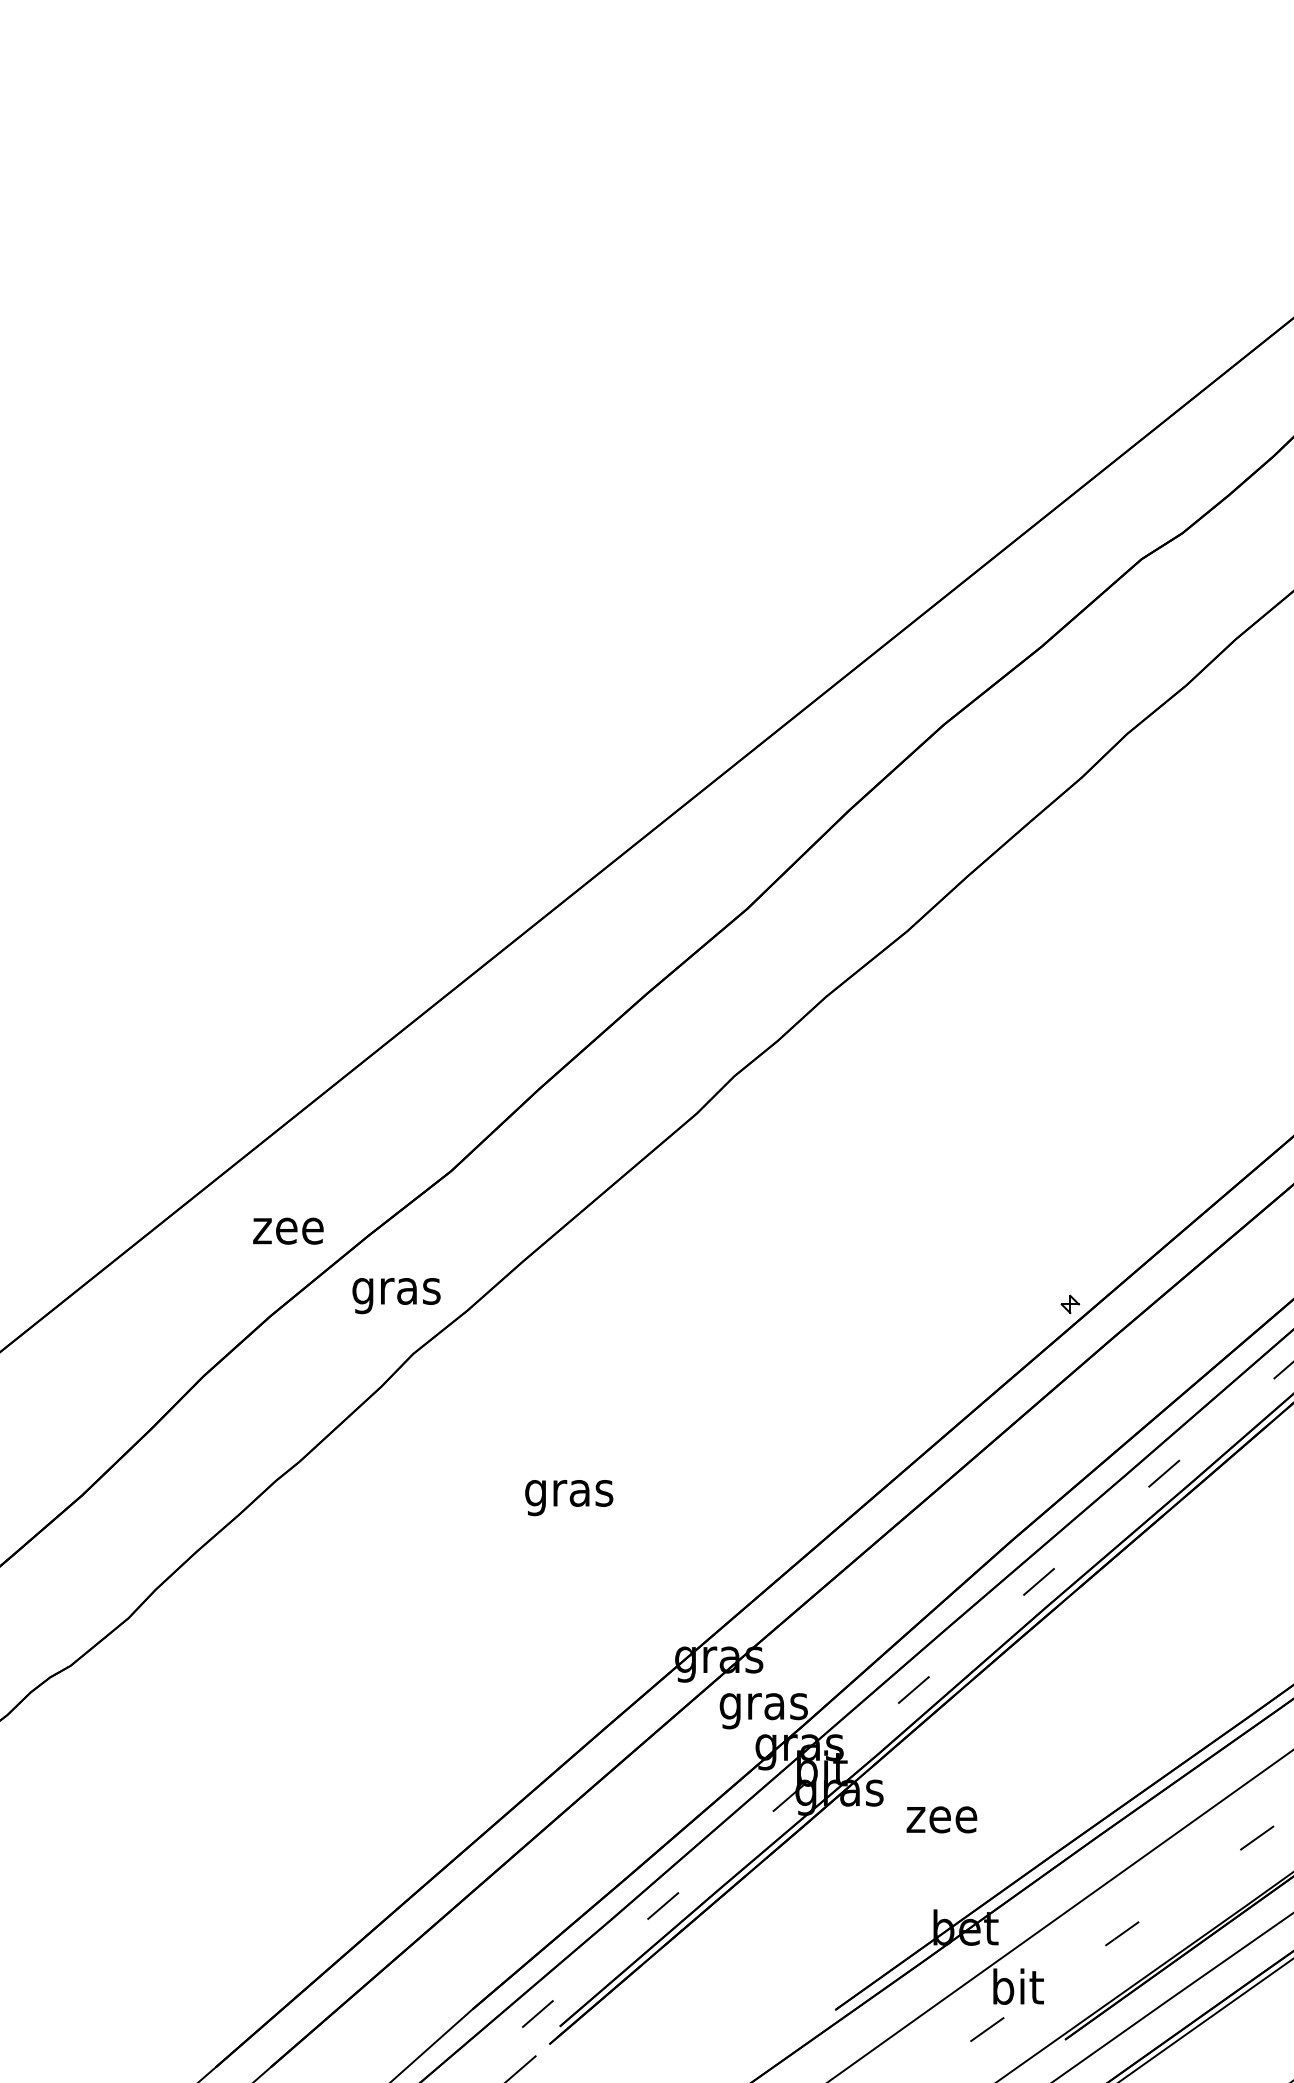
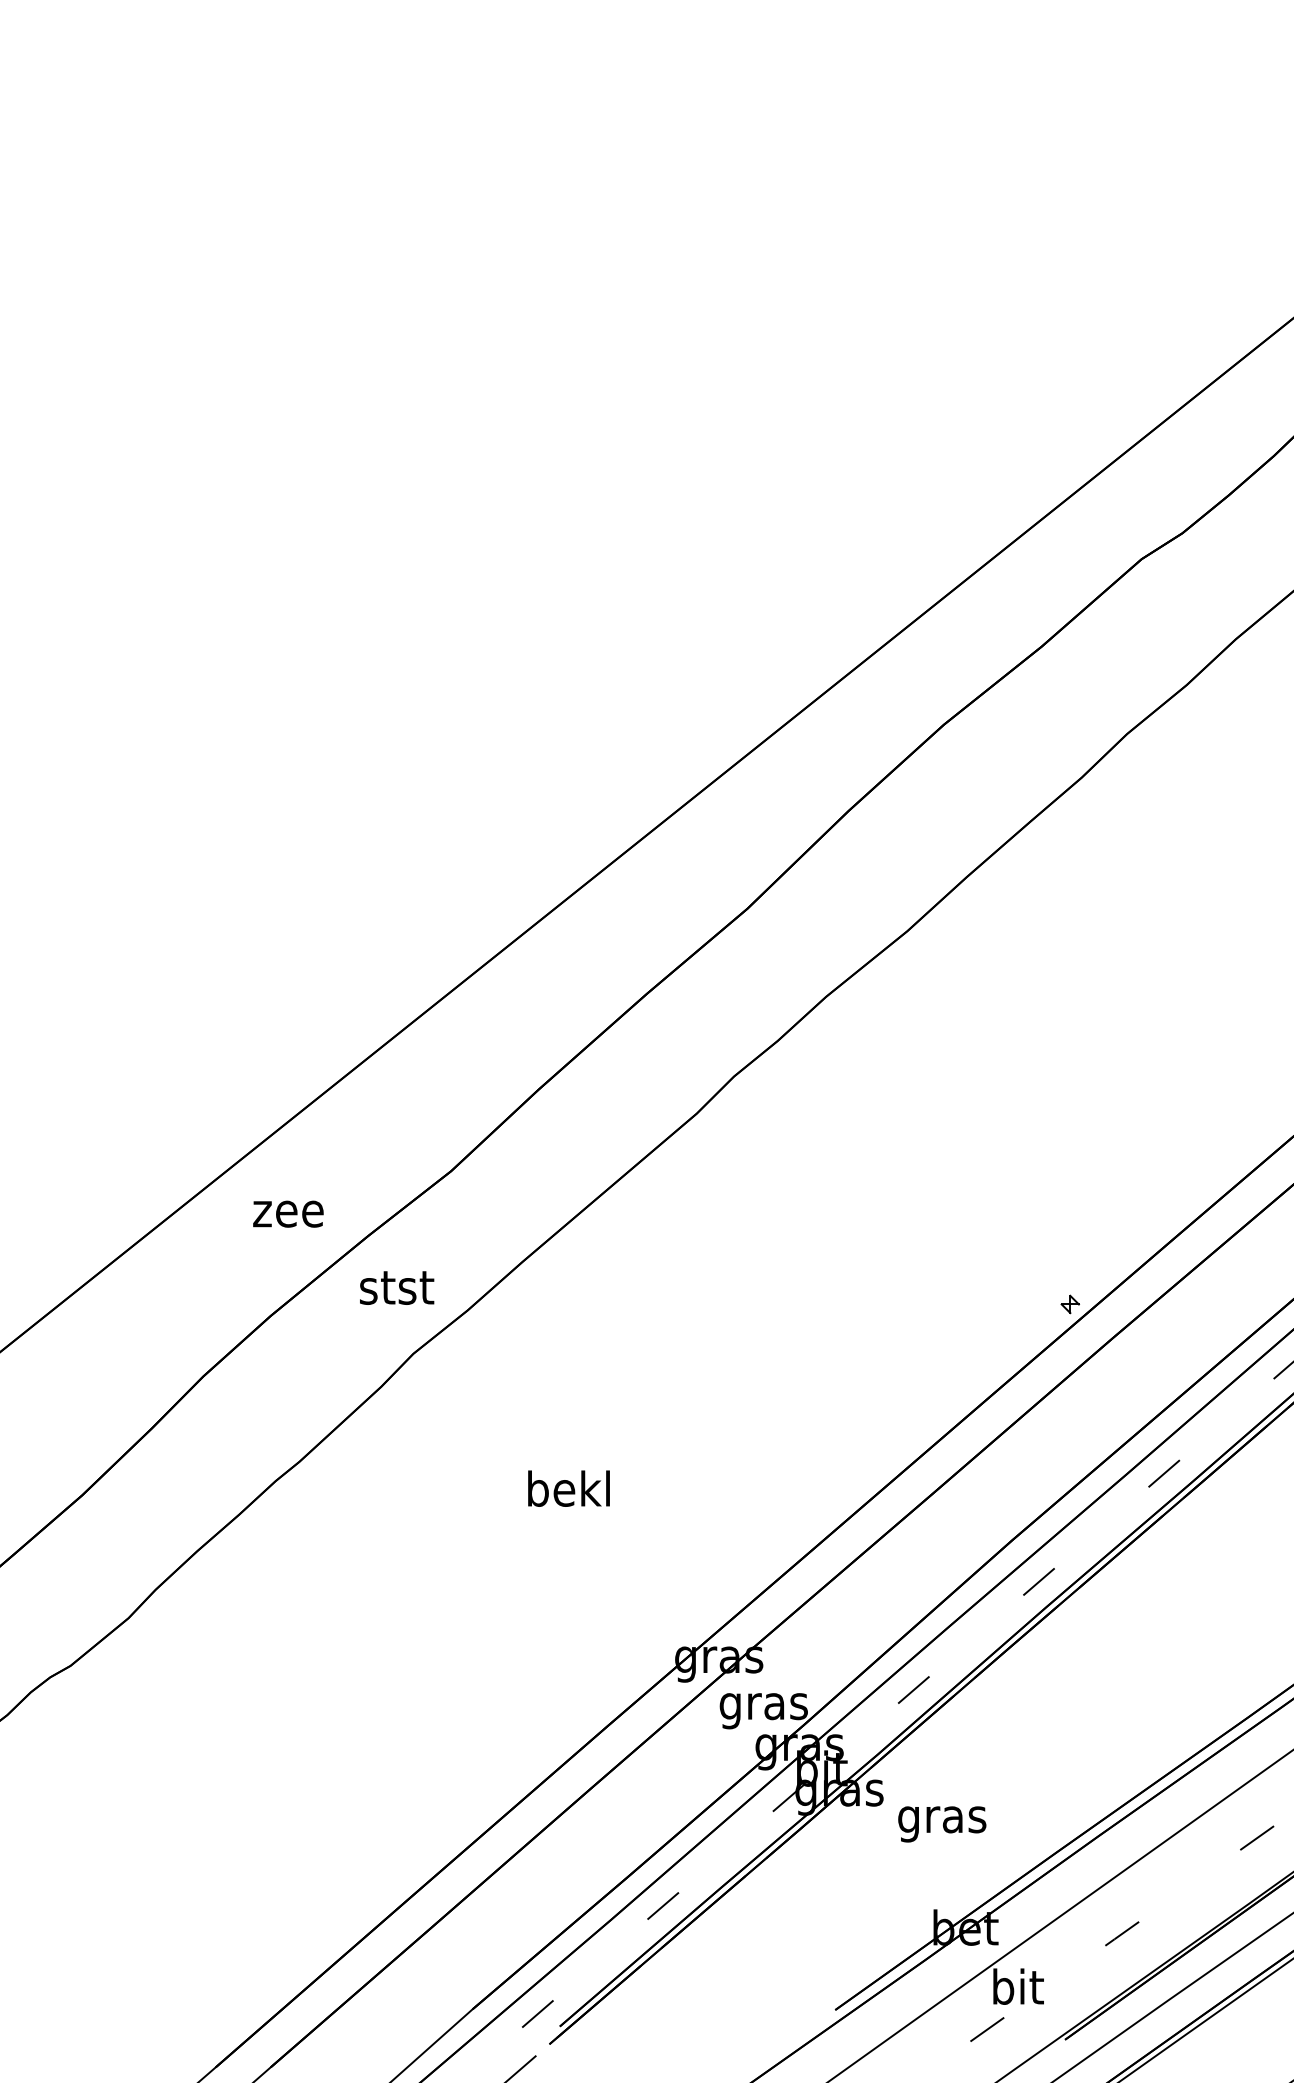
text at (288, 1230) position: (288, 1230) -> (288, 1213)
text at (396, 1292): gras -> stst
text at (569, 1493): gras -> bekl
text at (942, 1824): zee -> gras
